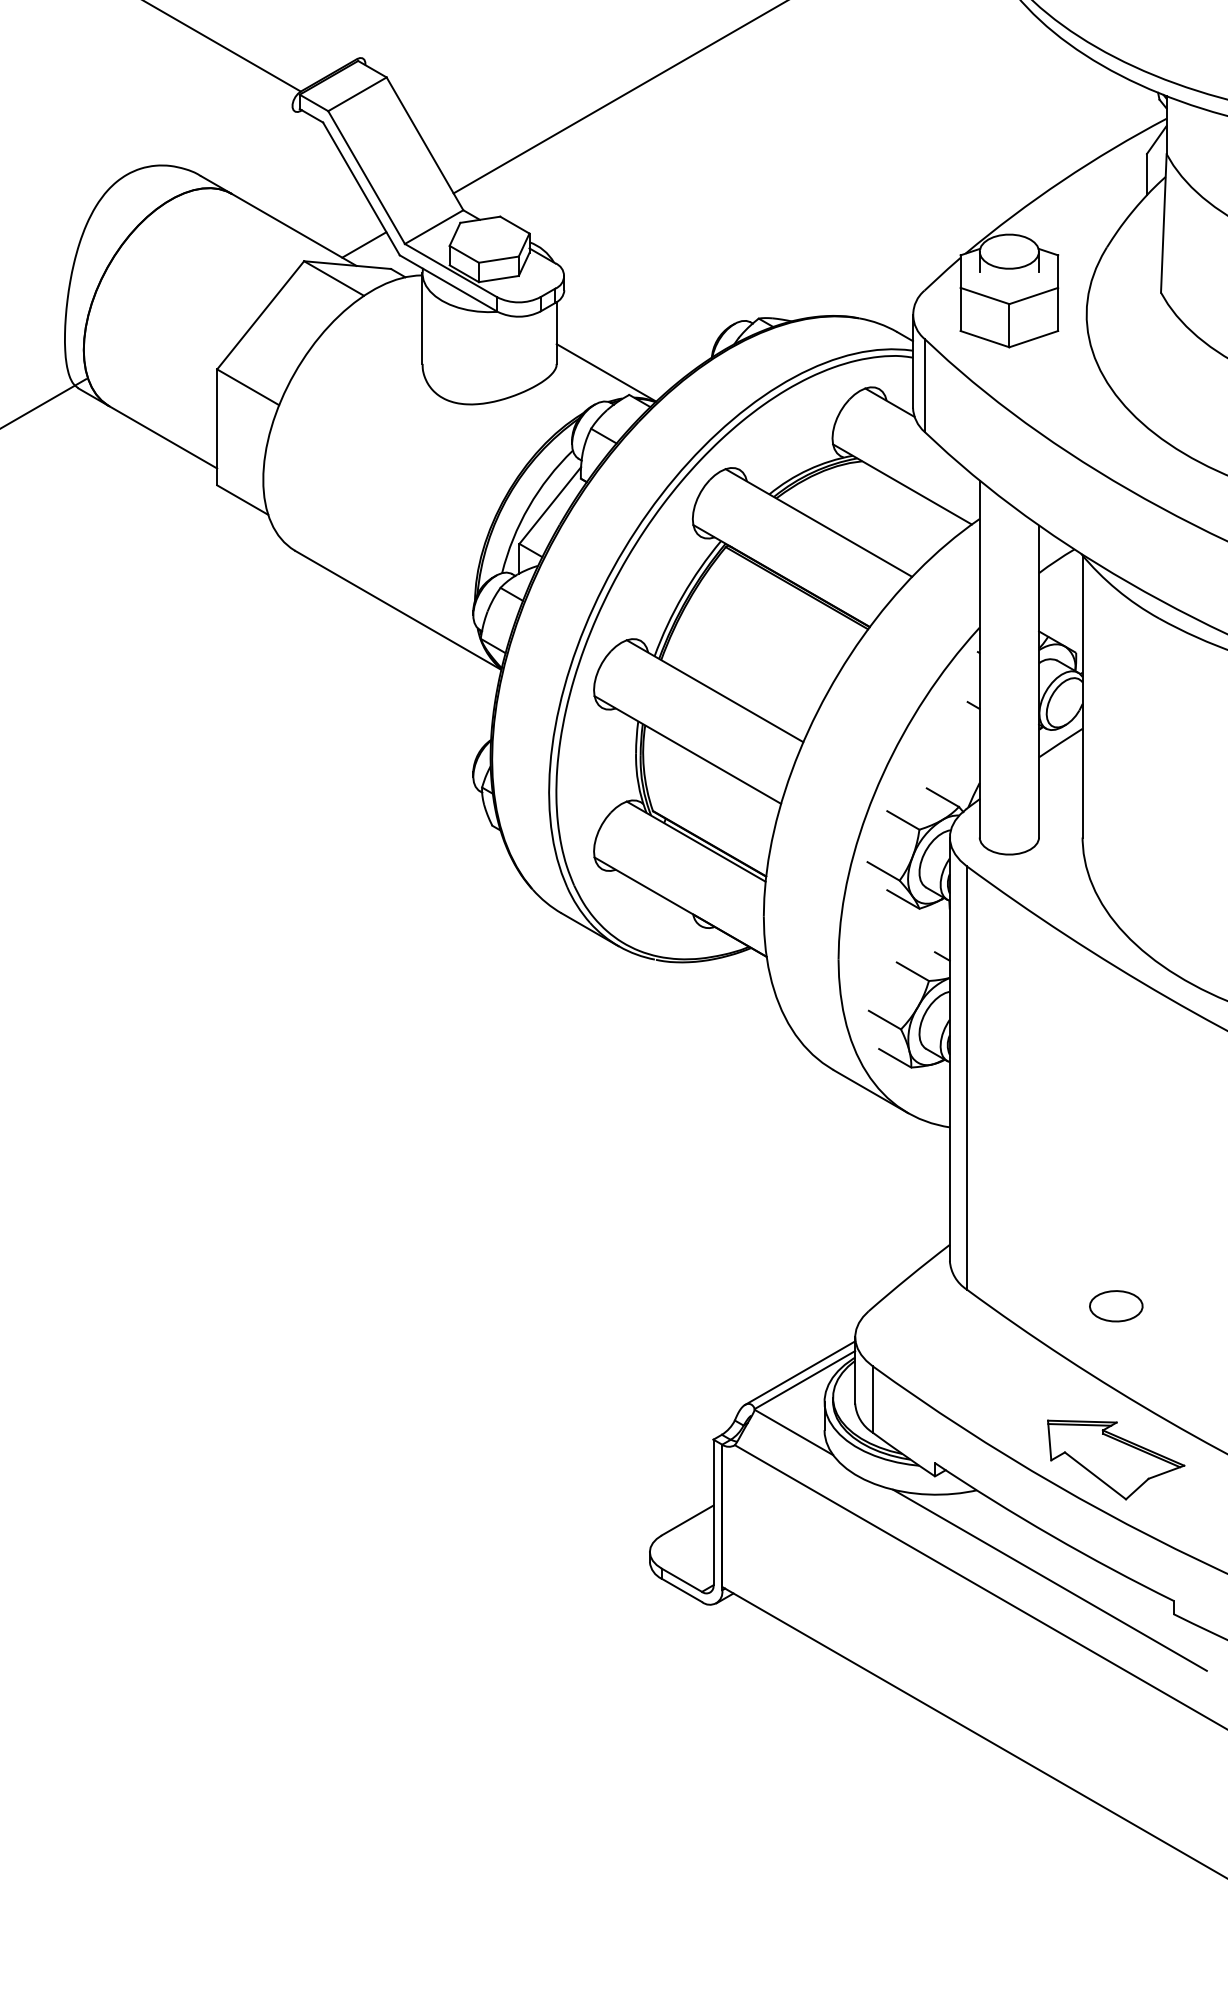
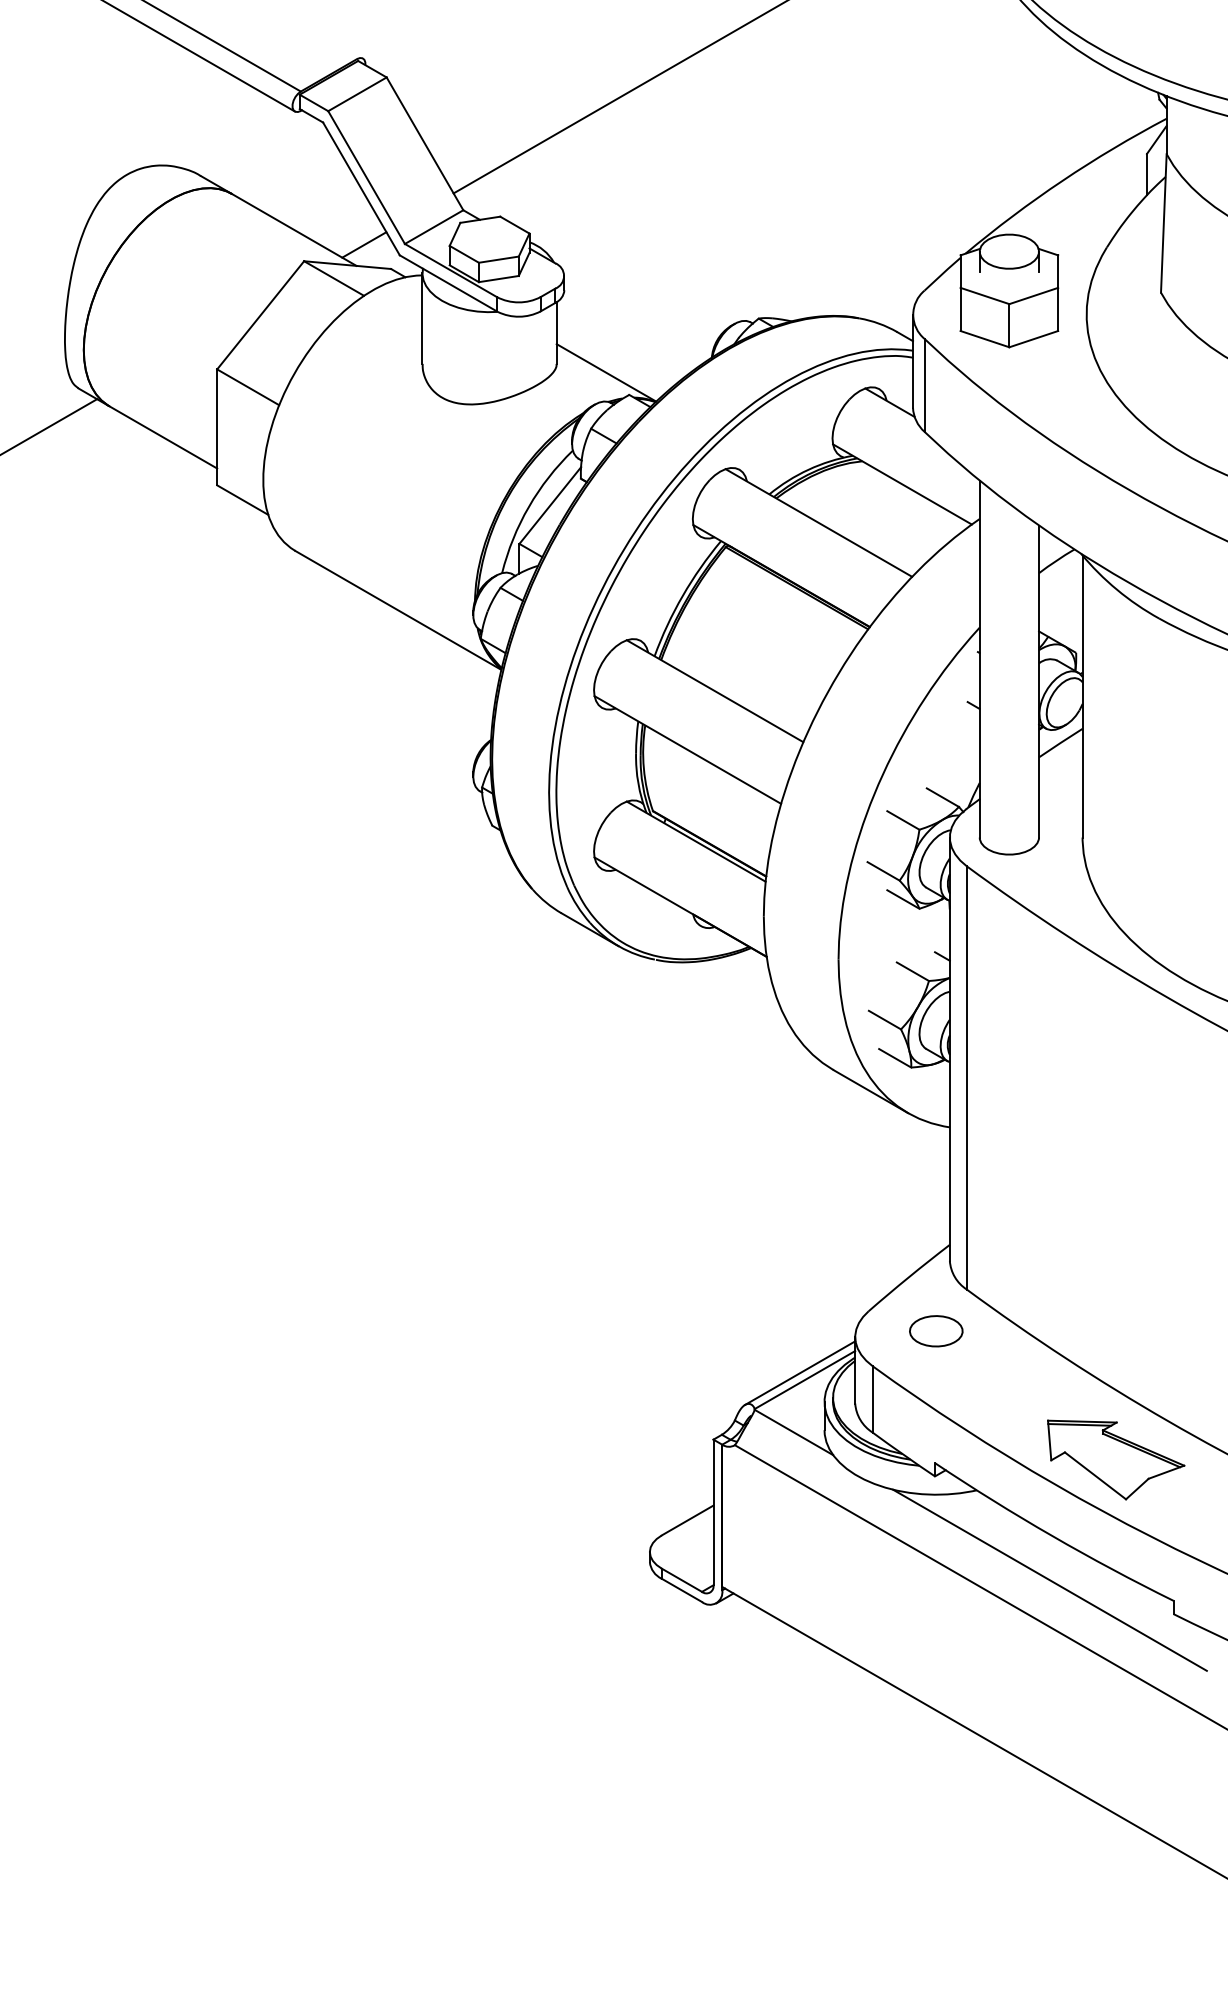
line at (199, 56): none -> present
line at (44, 403) position: (44, 403) -> (49, 426)
part at (1116, 1306) position: (1116, 1306) -> (936, 1331)
